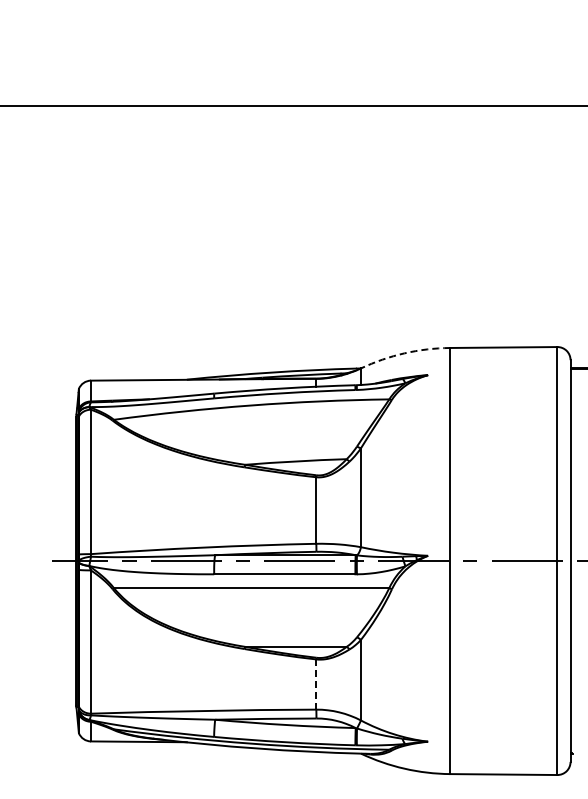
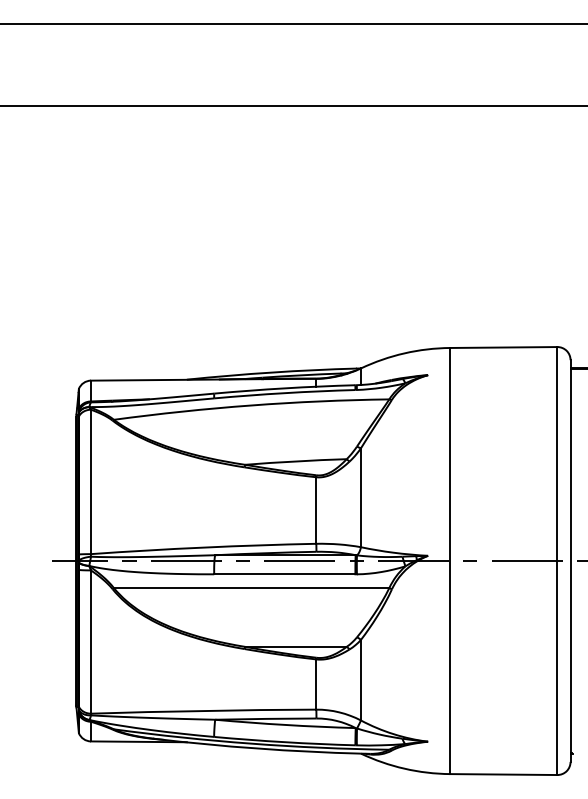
line at (293, 23): none -> present
arc at (404, 353): dashed -> solid
line at (316, 685): dashed -> solid
